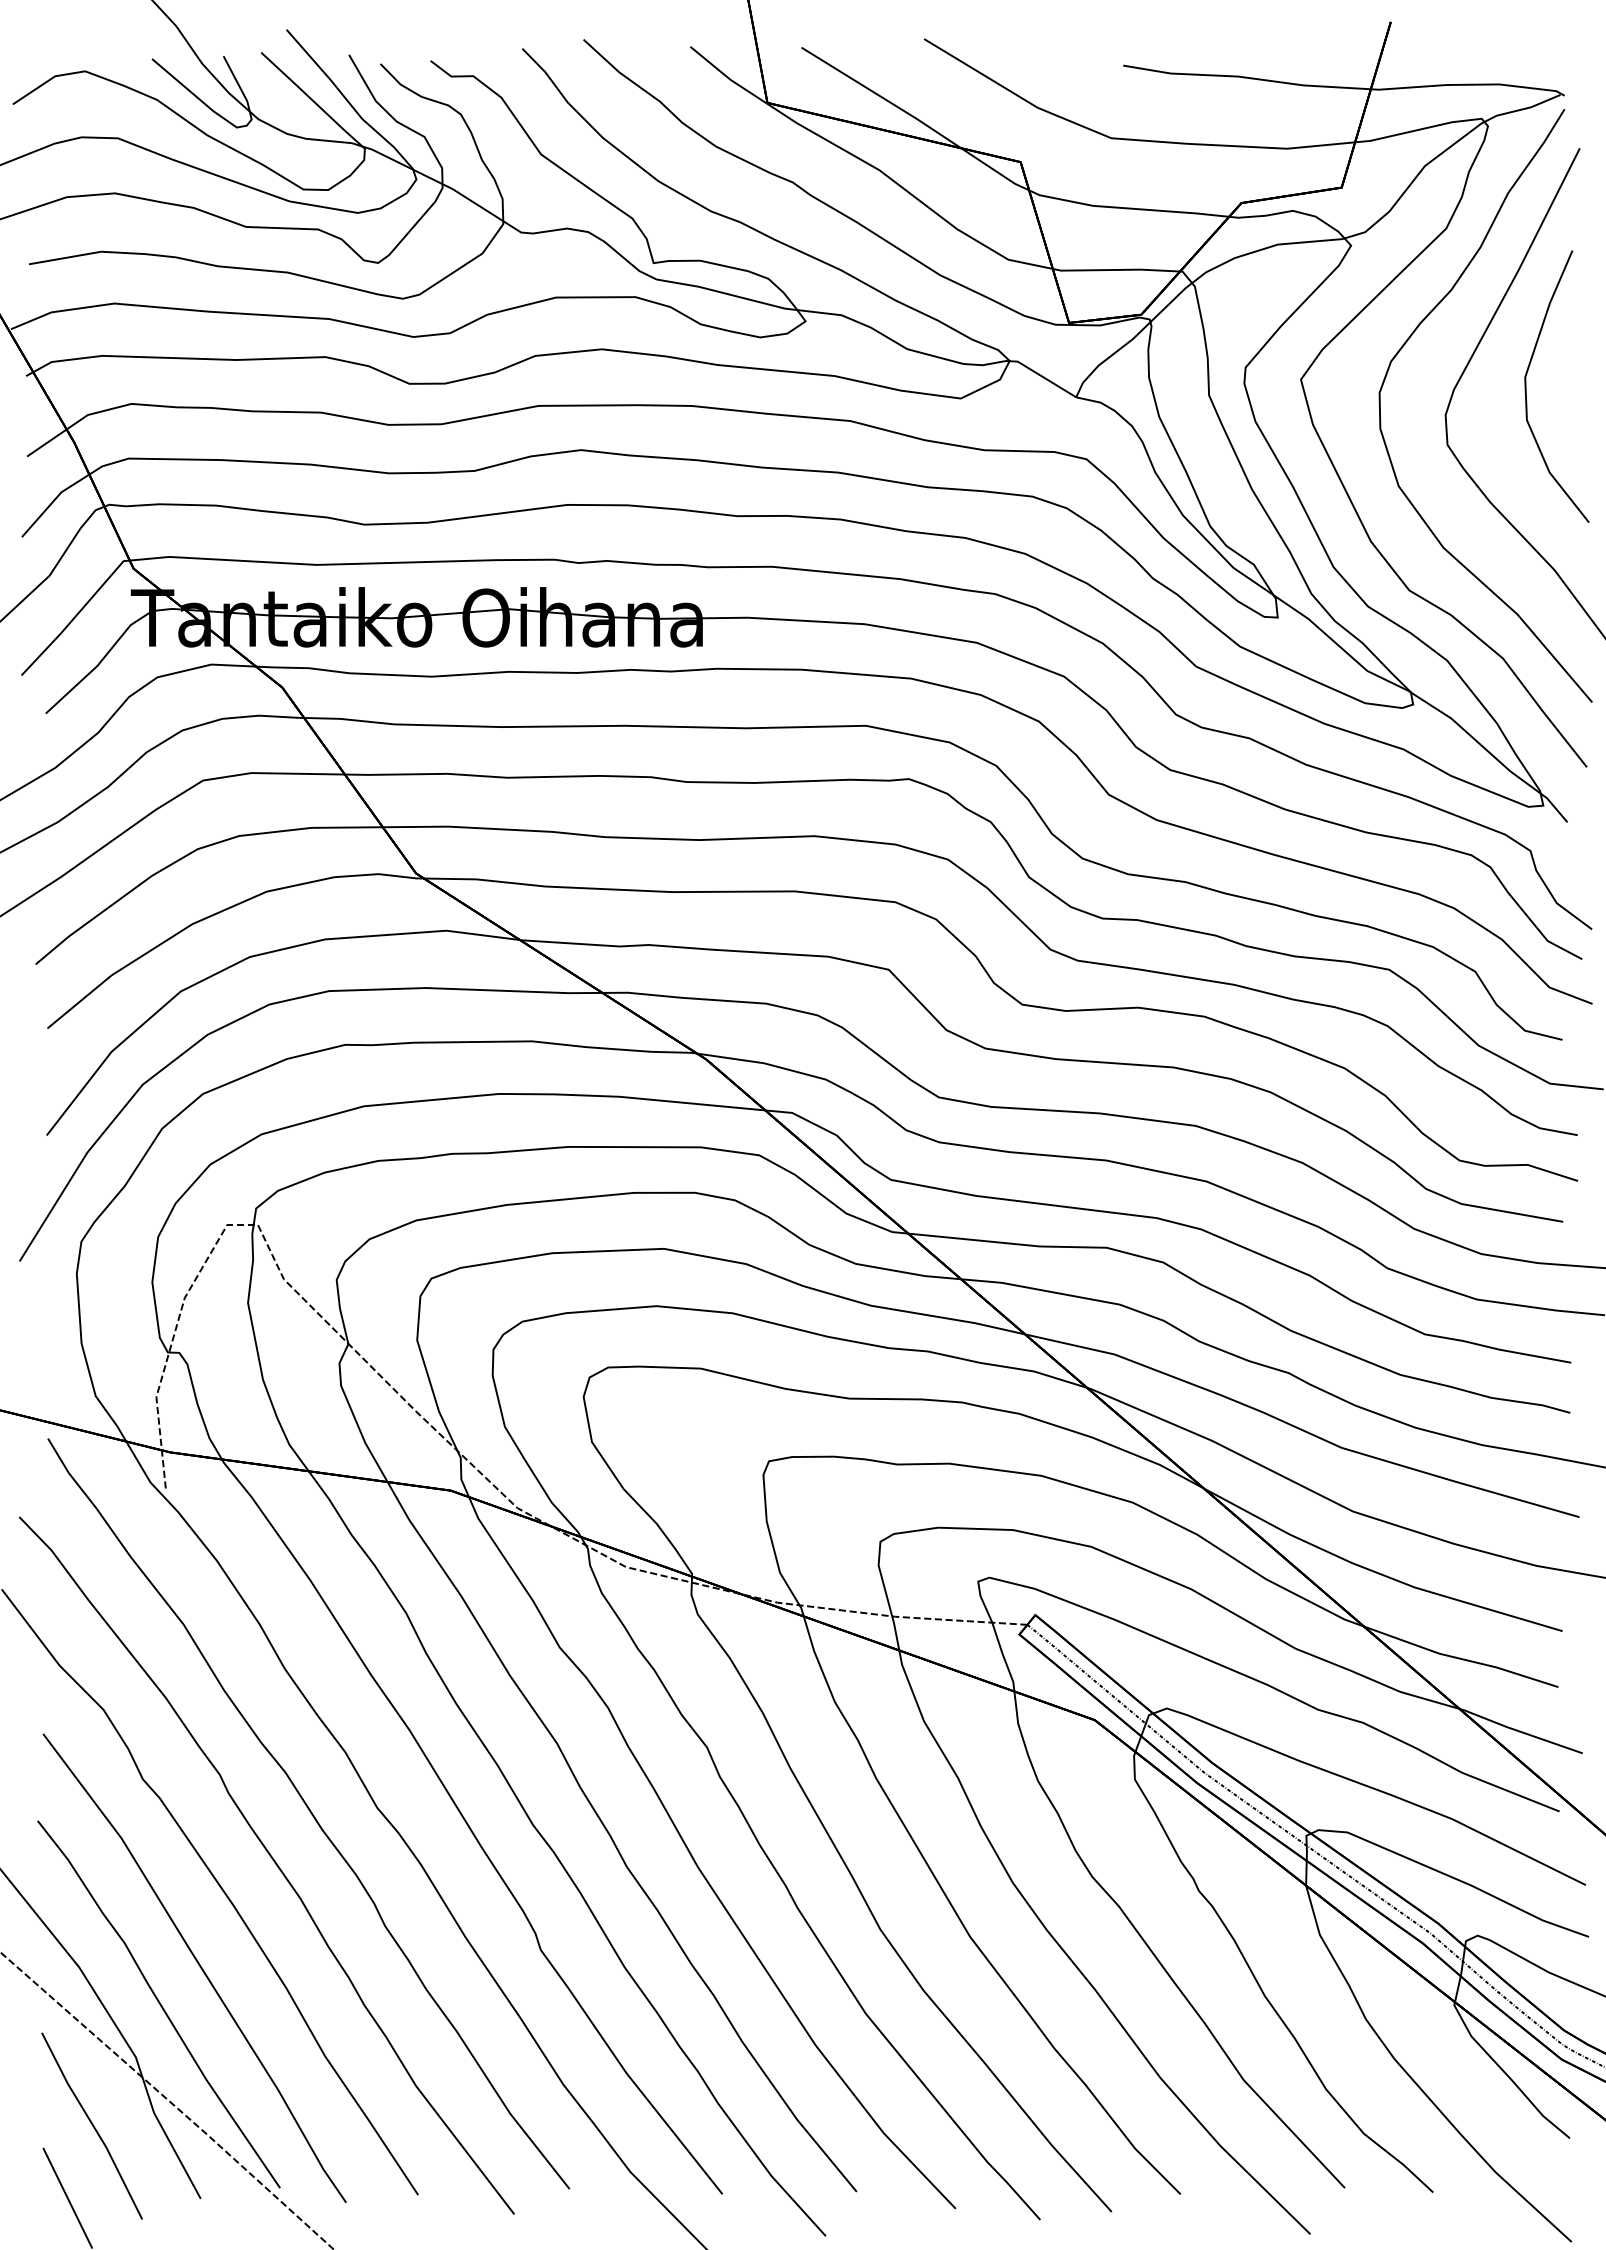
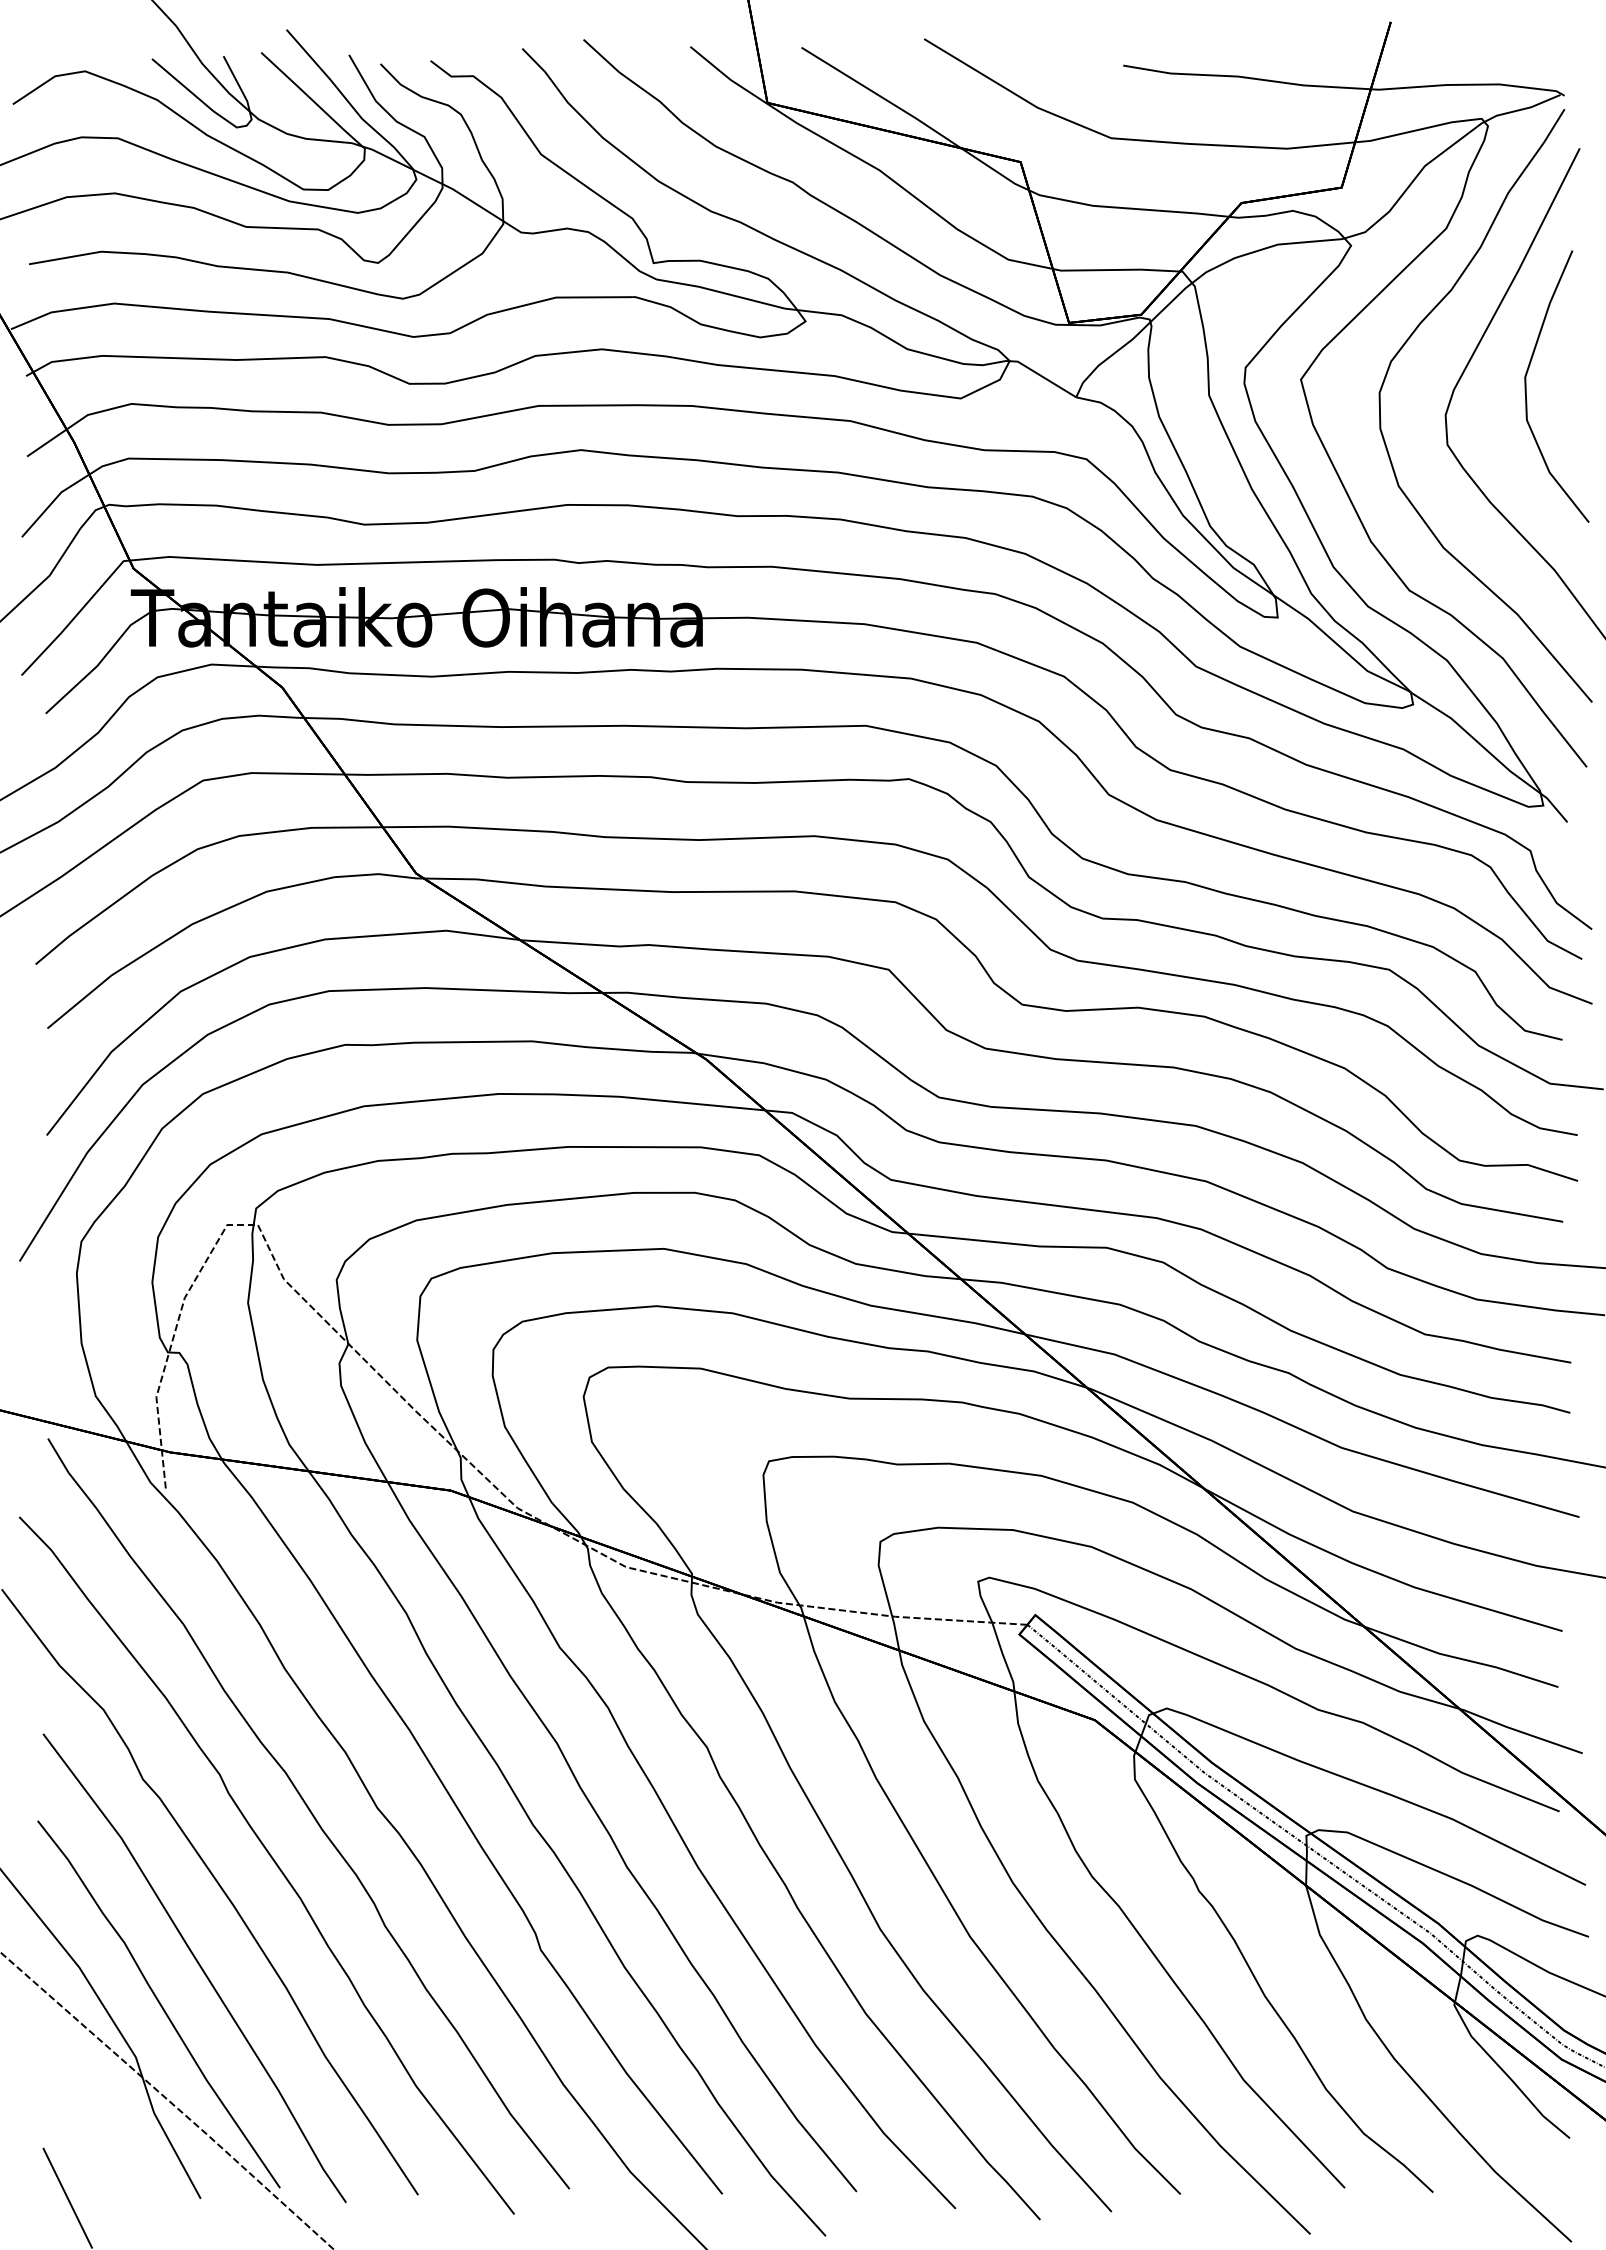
line at (91, 2124): present -> none
